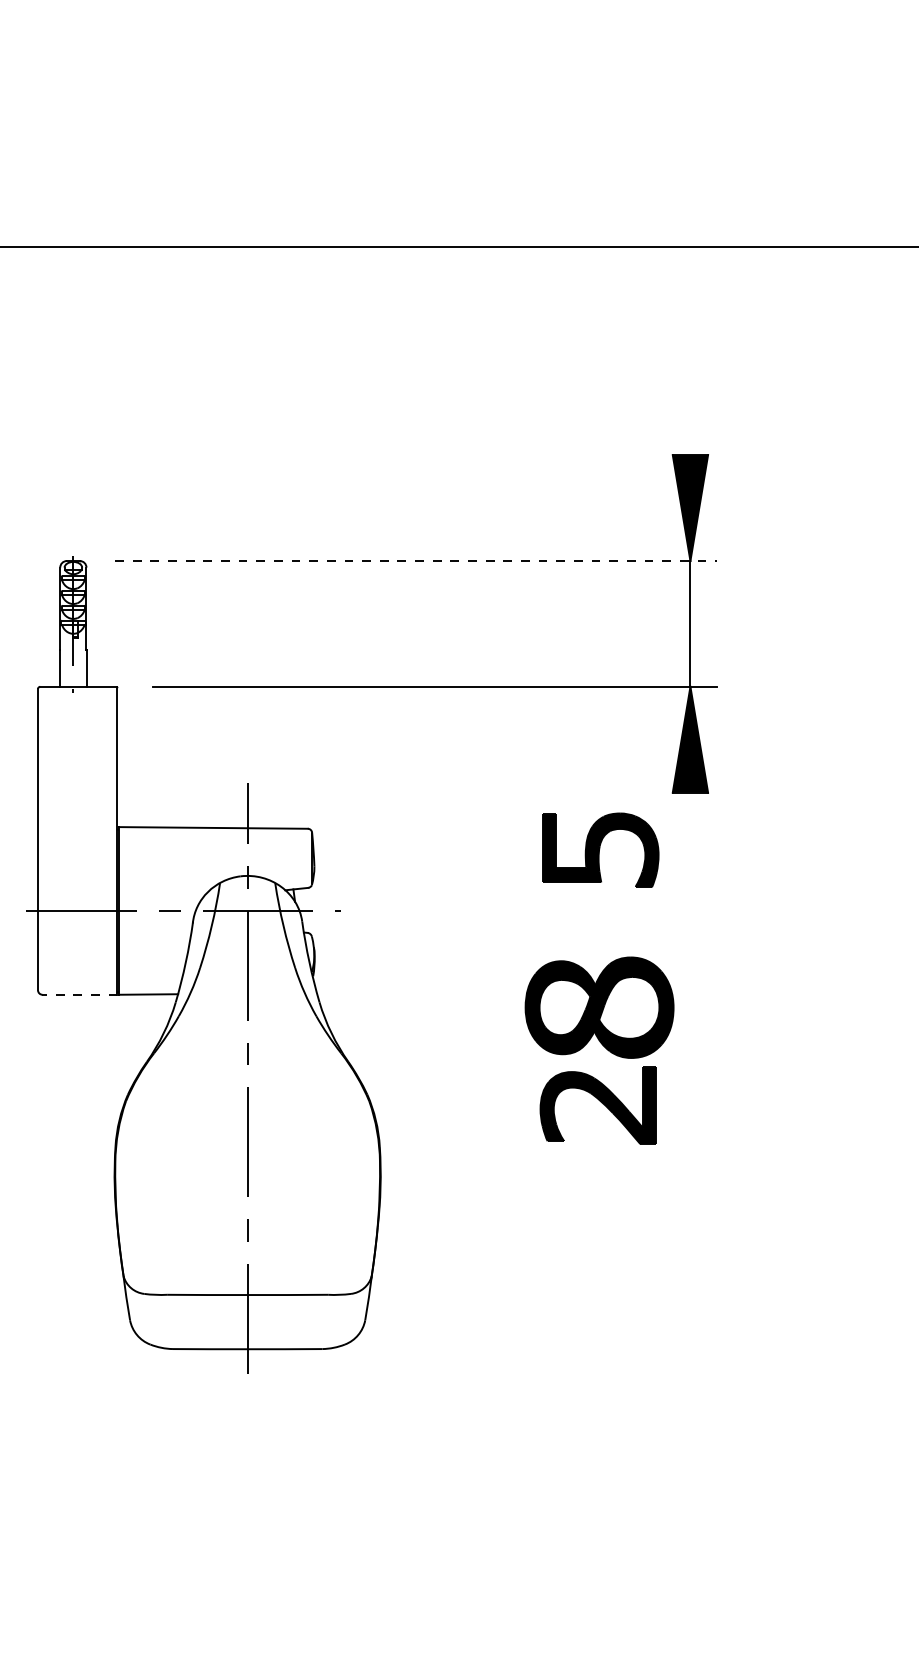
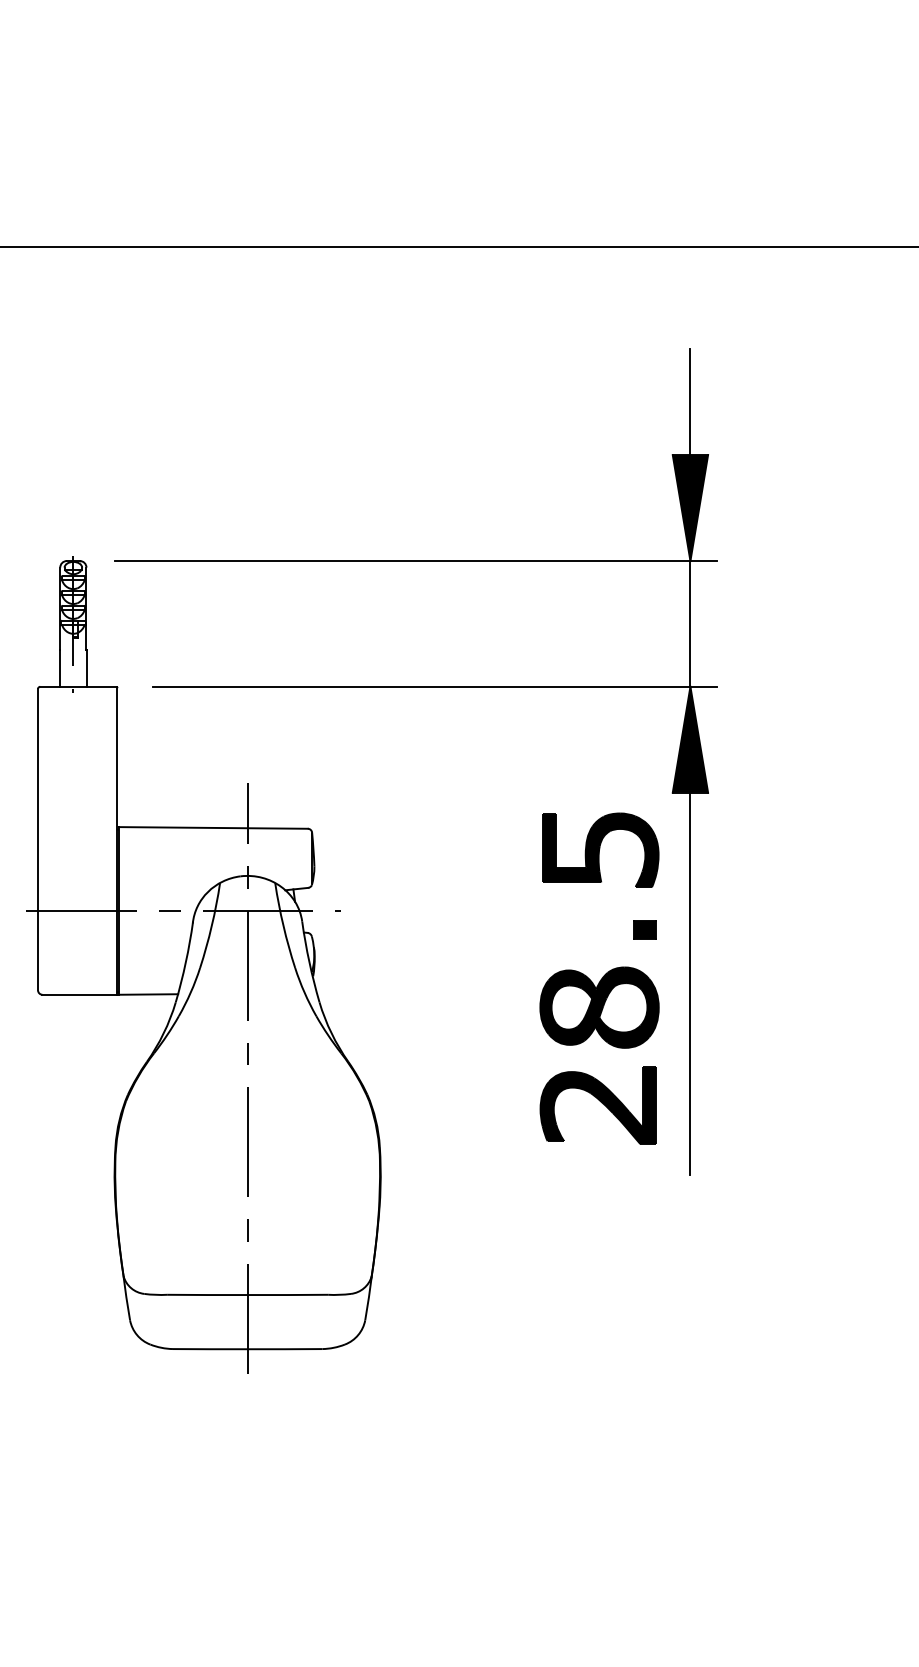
line at (690, 402): none -> present
line at (415, 561): dashed -> solid
part at (644, 929): none -> present
line at (690, 983): none -> present
line at (79, 994): dashed -> solid
part at (599, 1007) size: 151x103 px -> 121x83 px
